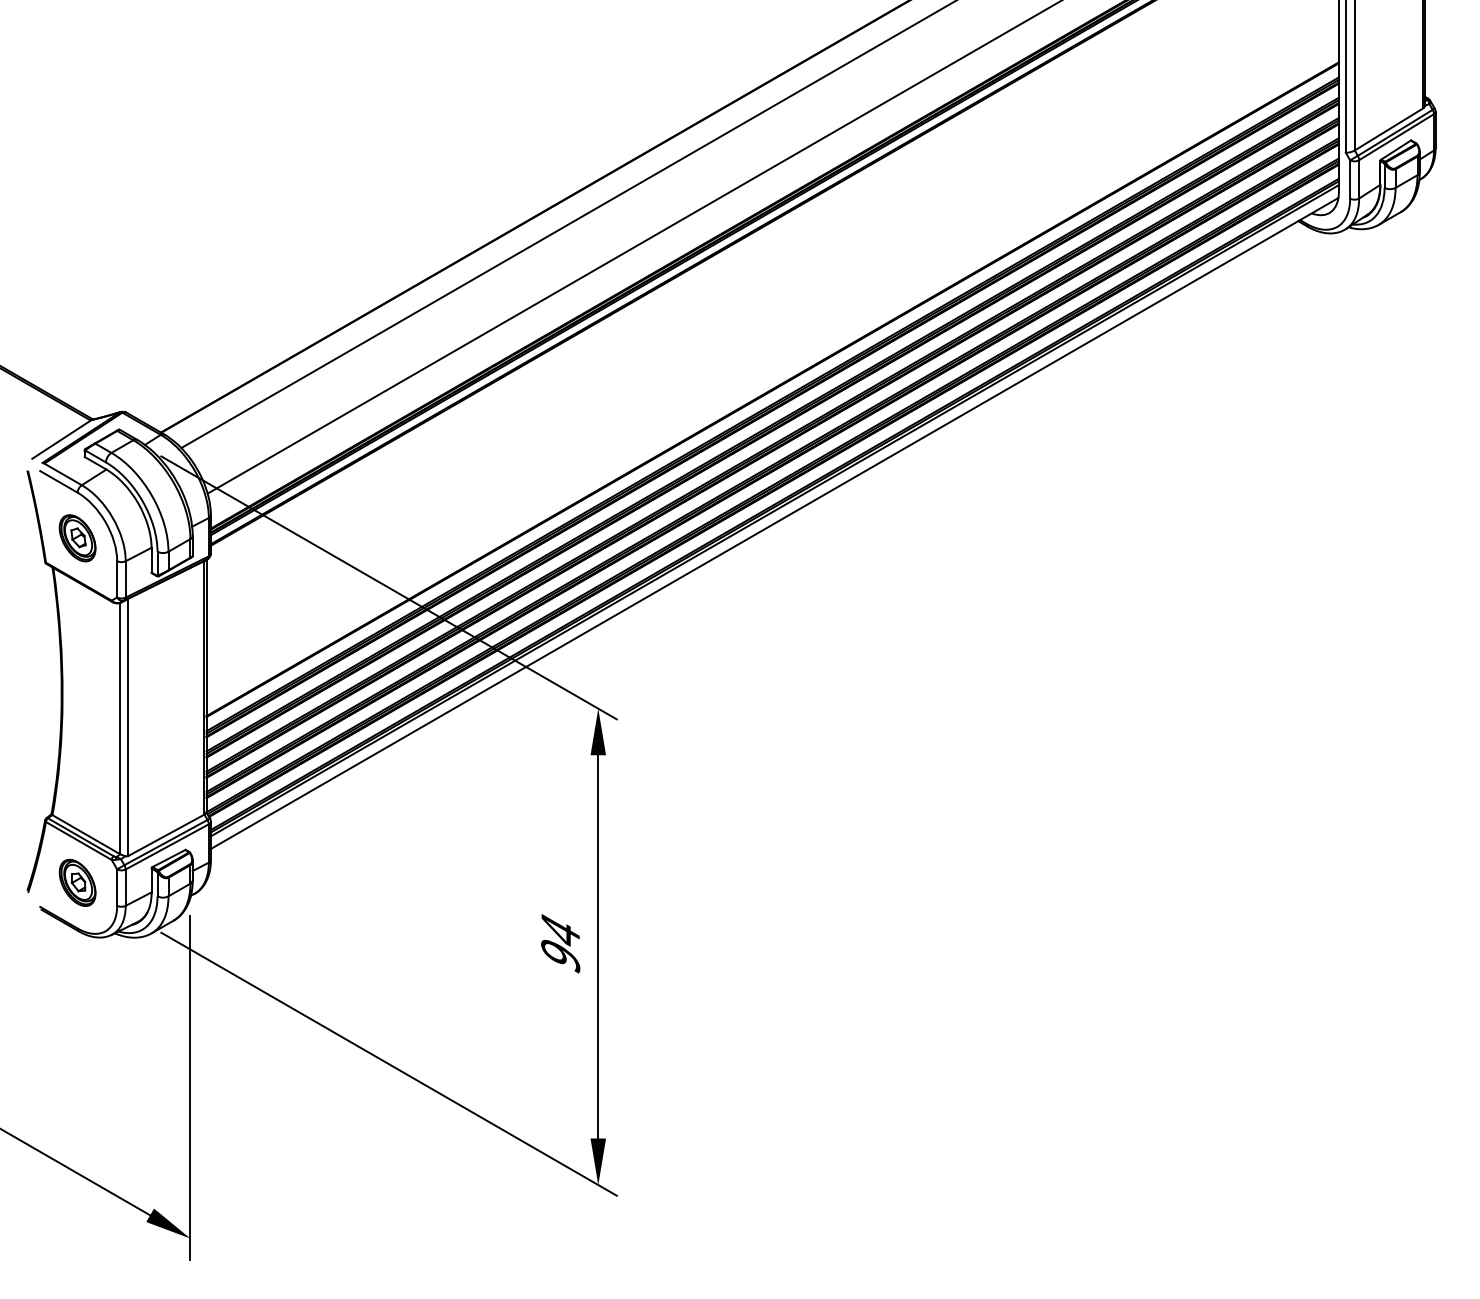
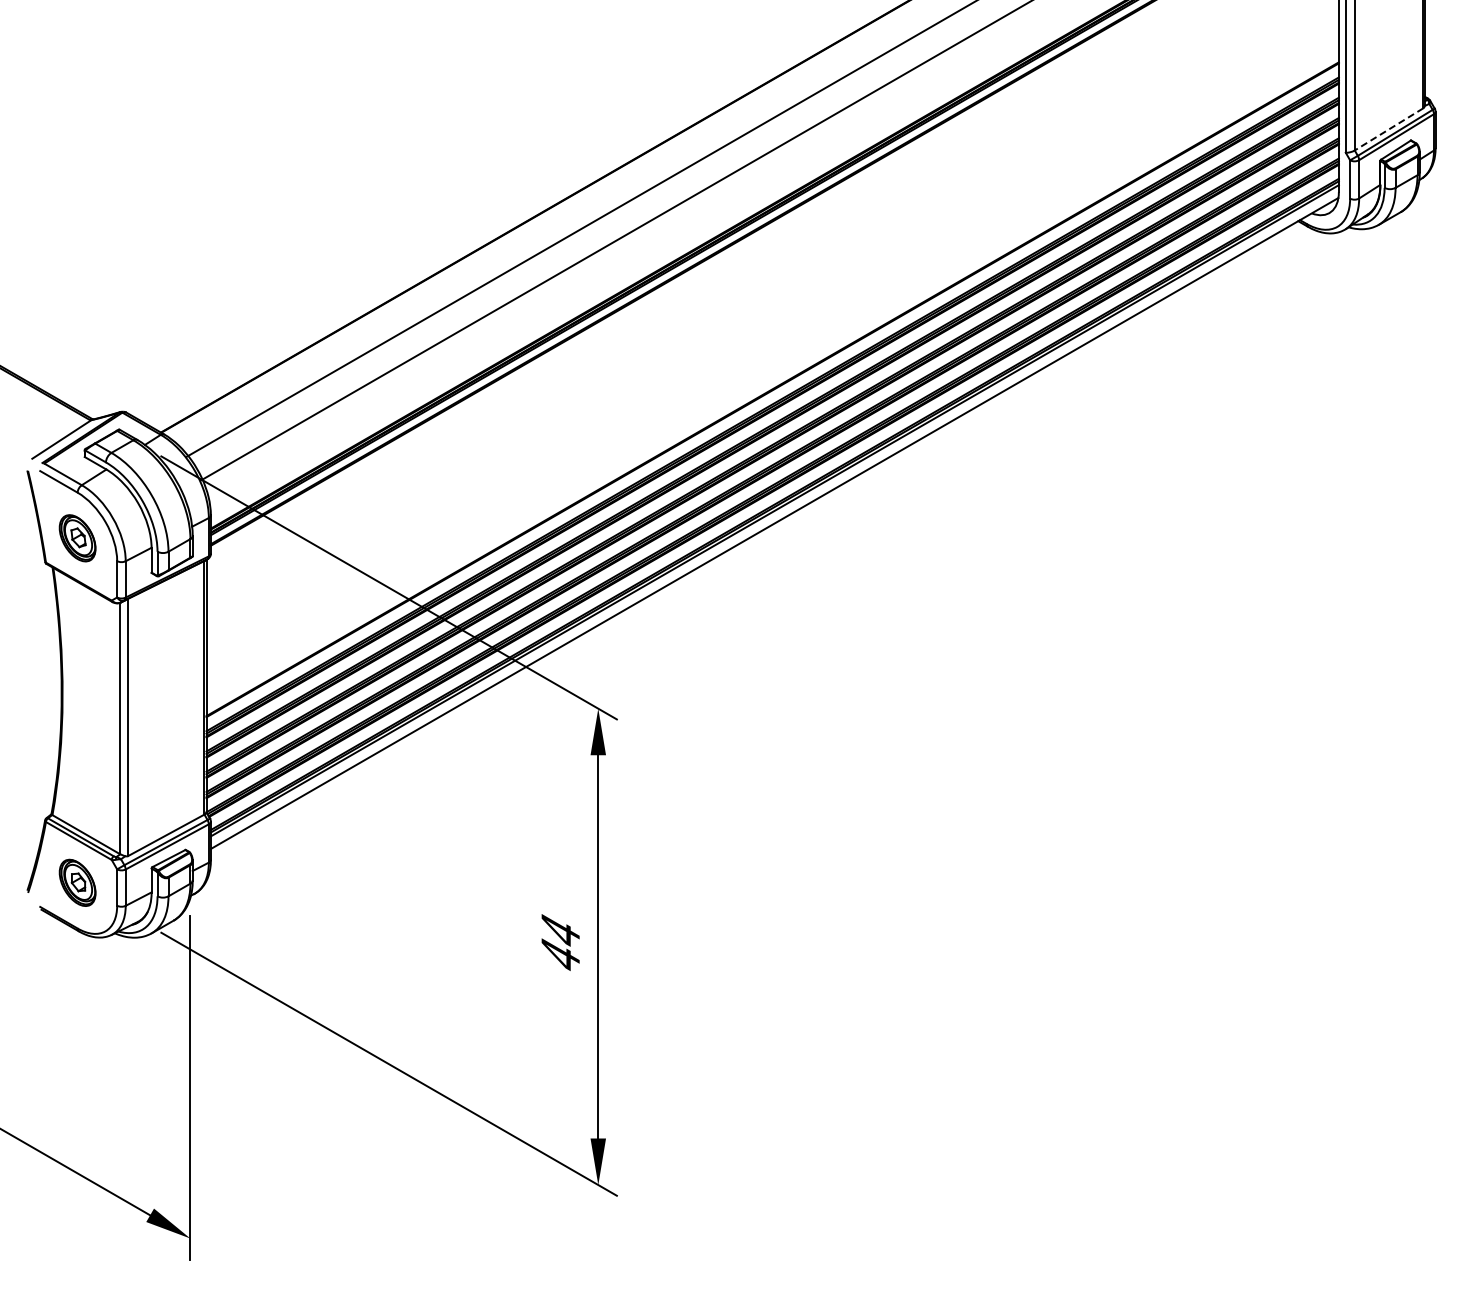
line at (1388, 129): solid -> dashed
line at (567, 225) position: (567, 225) -> (579, 229)
line at (632, 247) position: (632, 247) -> (614, 241)
text at (560, 955): 94 -> 44
